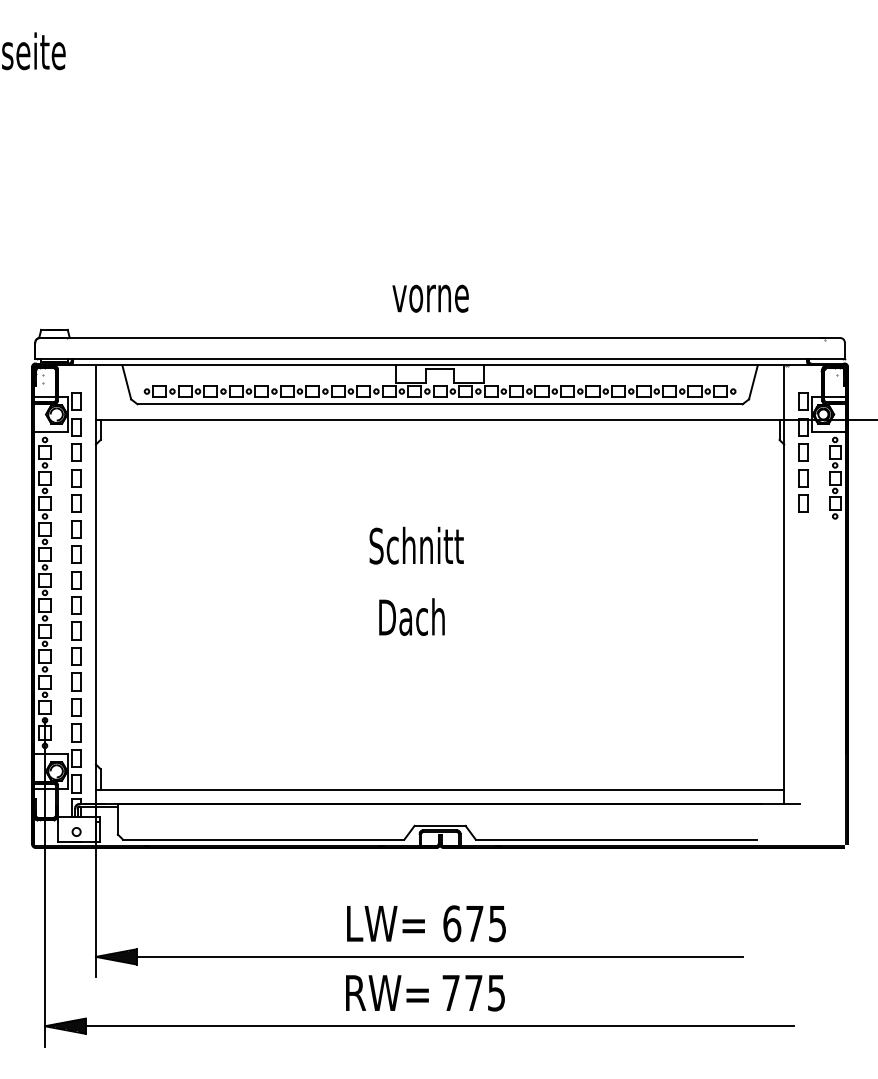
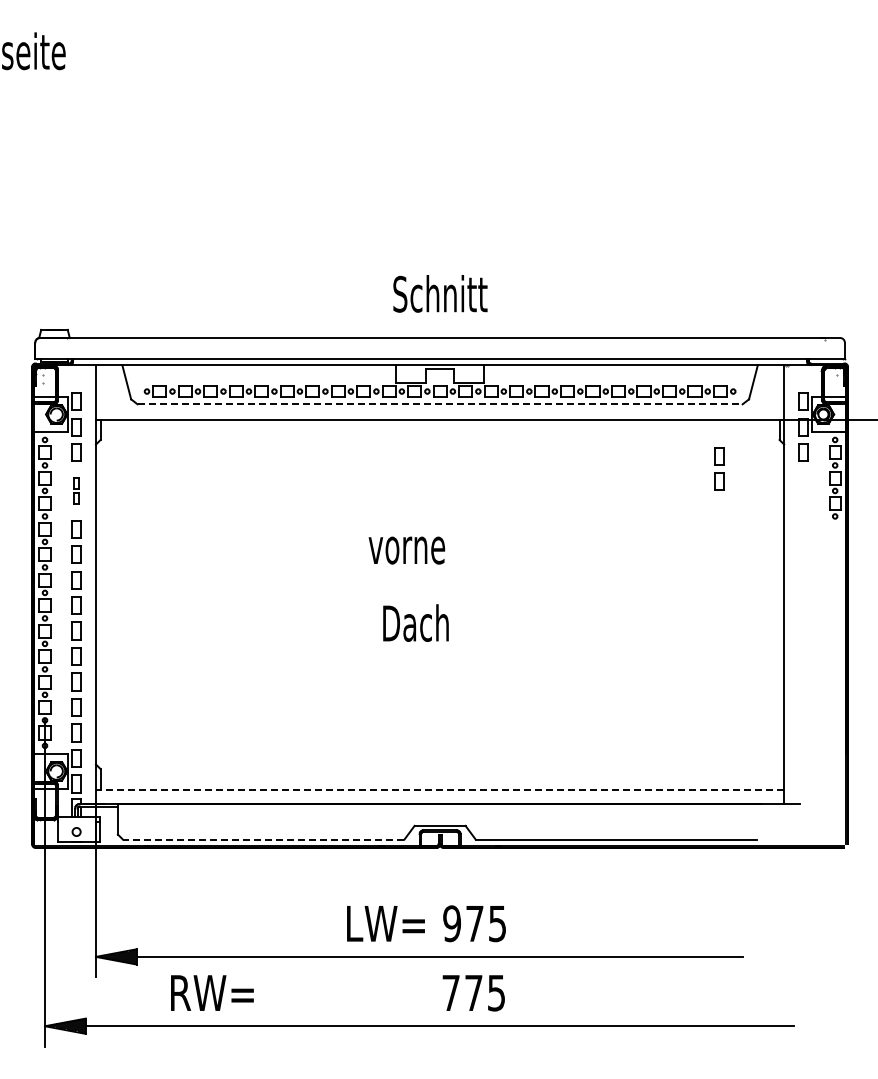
text at (439, 293): vorne -> Schnitt
line at (440, 404): solid -> dashed
part at (76, 490) size: 11x44 px -> 7x28 px
part at (803, 490) position: (803, 490) -> (719, 468)
text at (415, 545): Schnitt -> vorne
text at (411, 616) position: (411, 616) -> (415, 622)
line at (439, 789): solid -> dashed
line at (263, 839): solid -> dashed
text at (452, 923): 675 -> 975
text at (387, 992) position: (387, 992) -> (212, 992)
